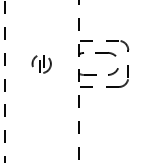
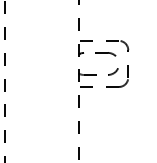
part at (41, 64): present -> none
